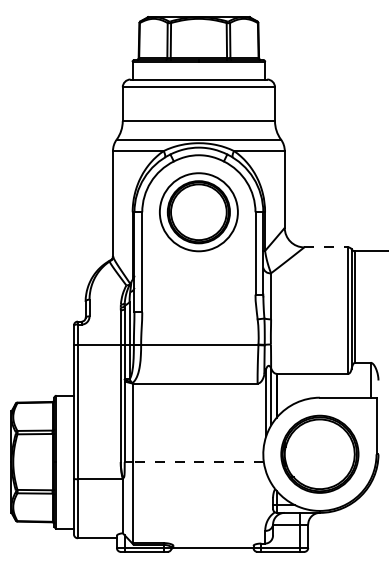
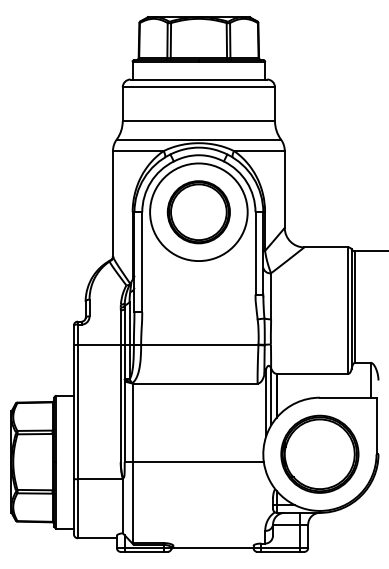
circle at (198, 212) diameter: 78 px -> 98 px
line at (326, 247): dashed -> solid
line at (198, 462): dashed -> solid
